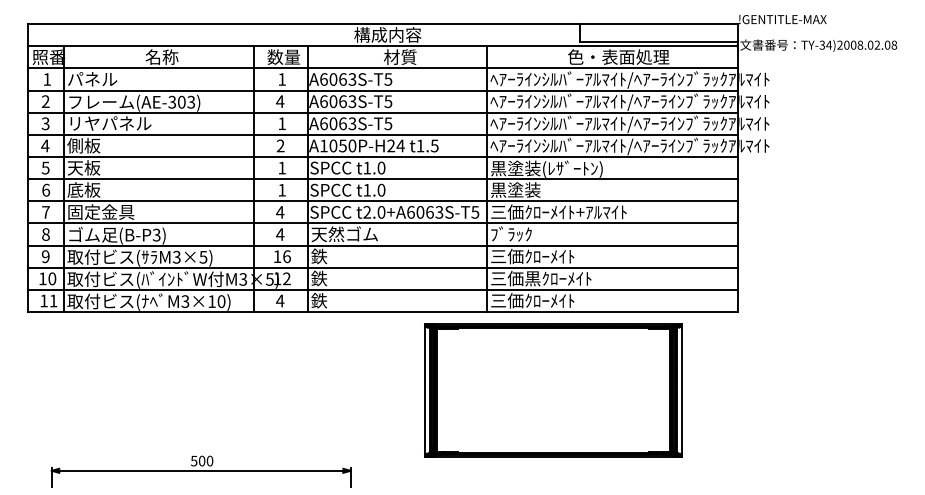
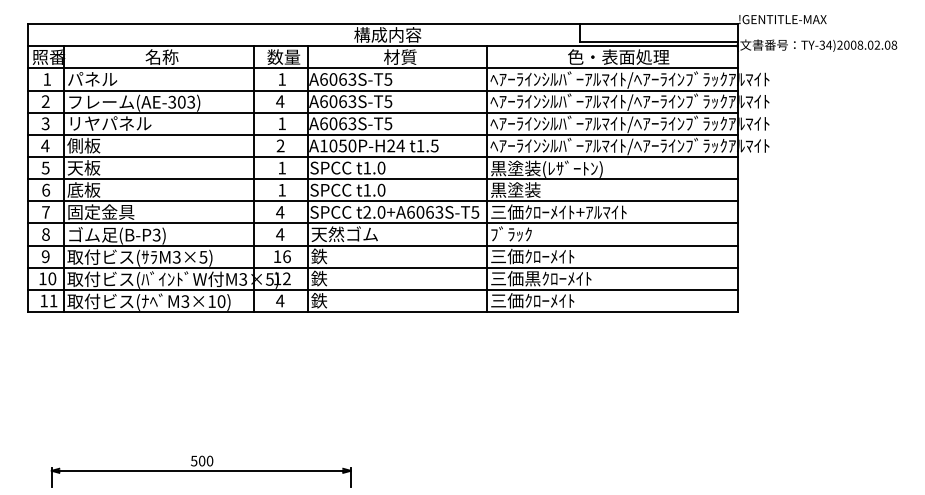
part at (553, 390): present -> none
